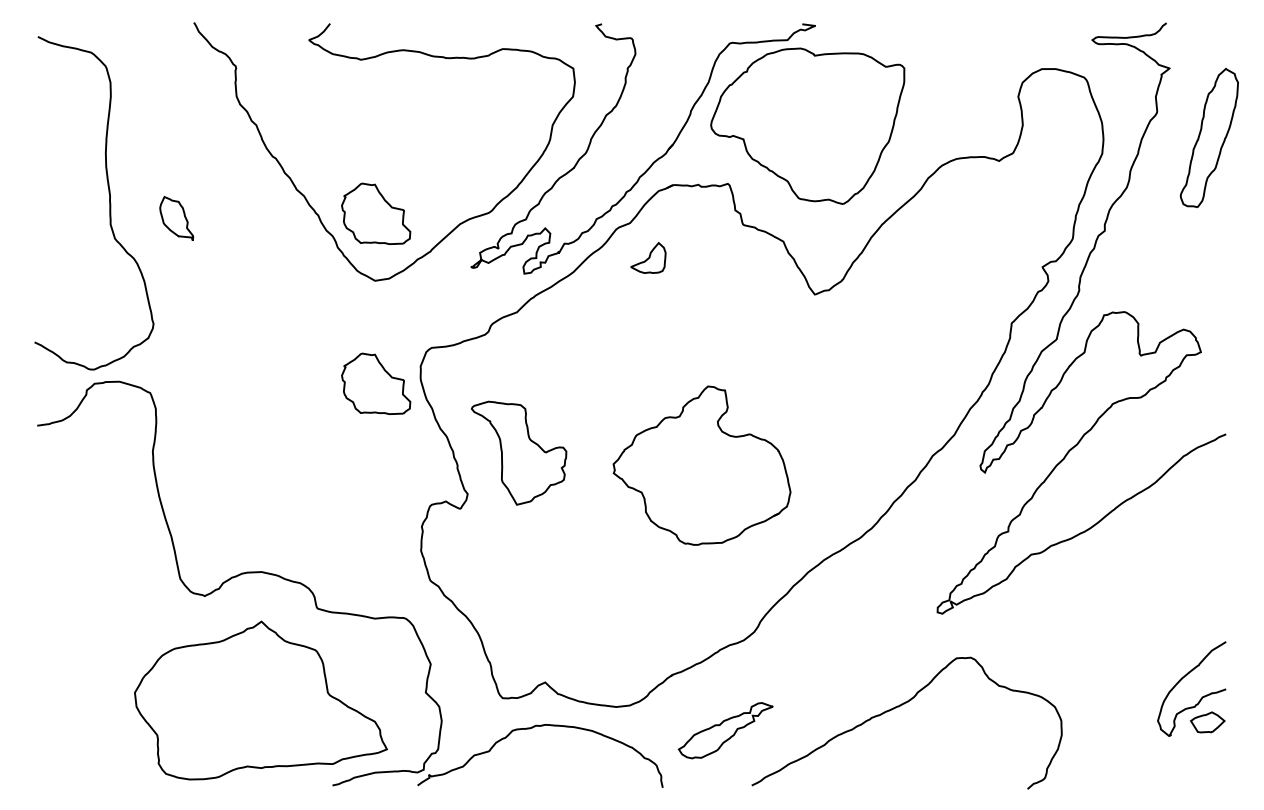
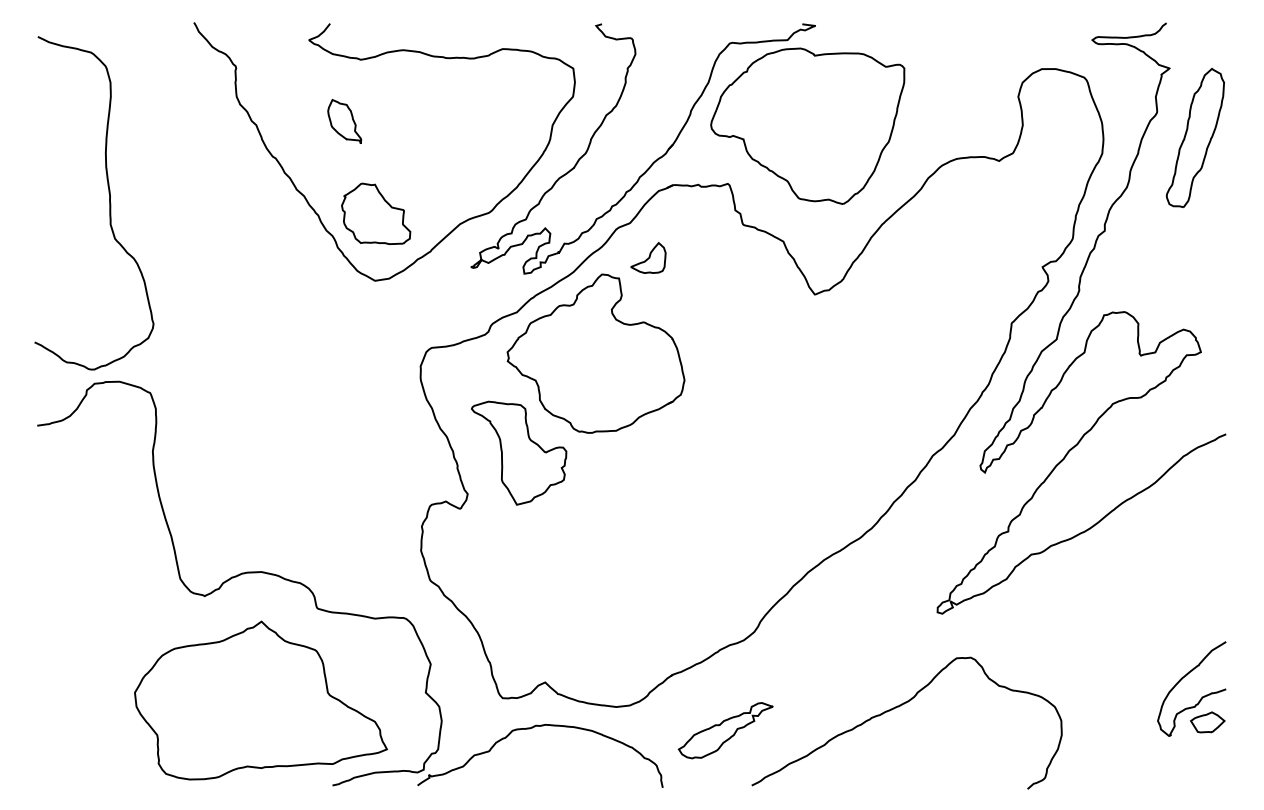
part at (1208, 137) position: (1208, 137) -> (1194, 137)
part at (176, 218) position: (176, 218) -> (344, 121)
part at (376, 383): present -> none
part at (701, 465) position: (701, 465) -> (595, 353)
